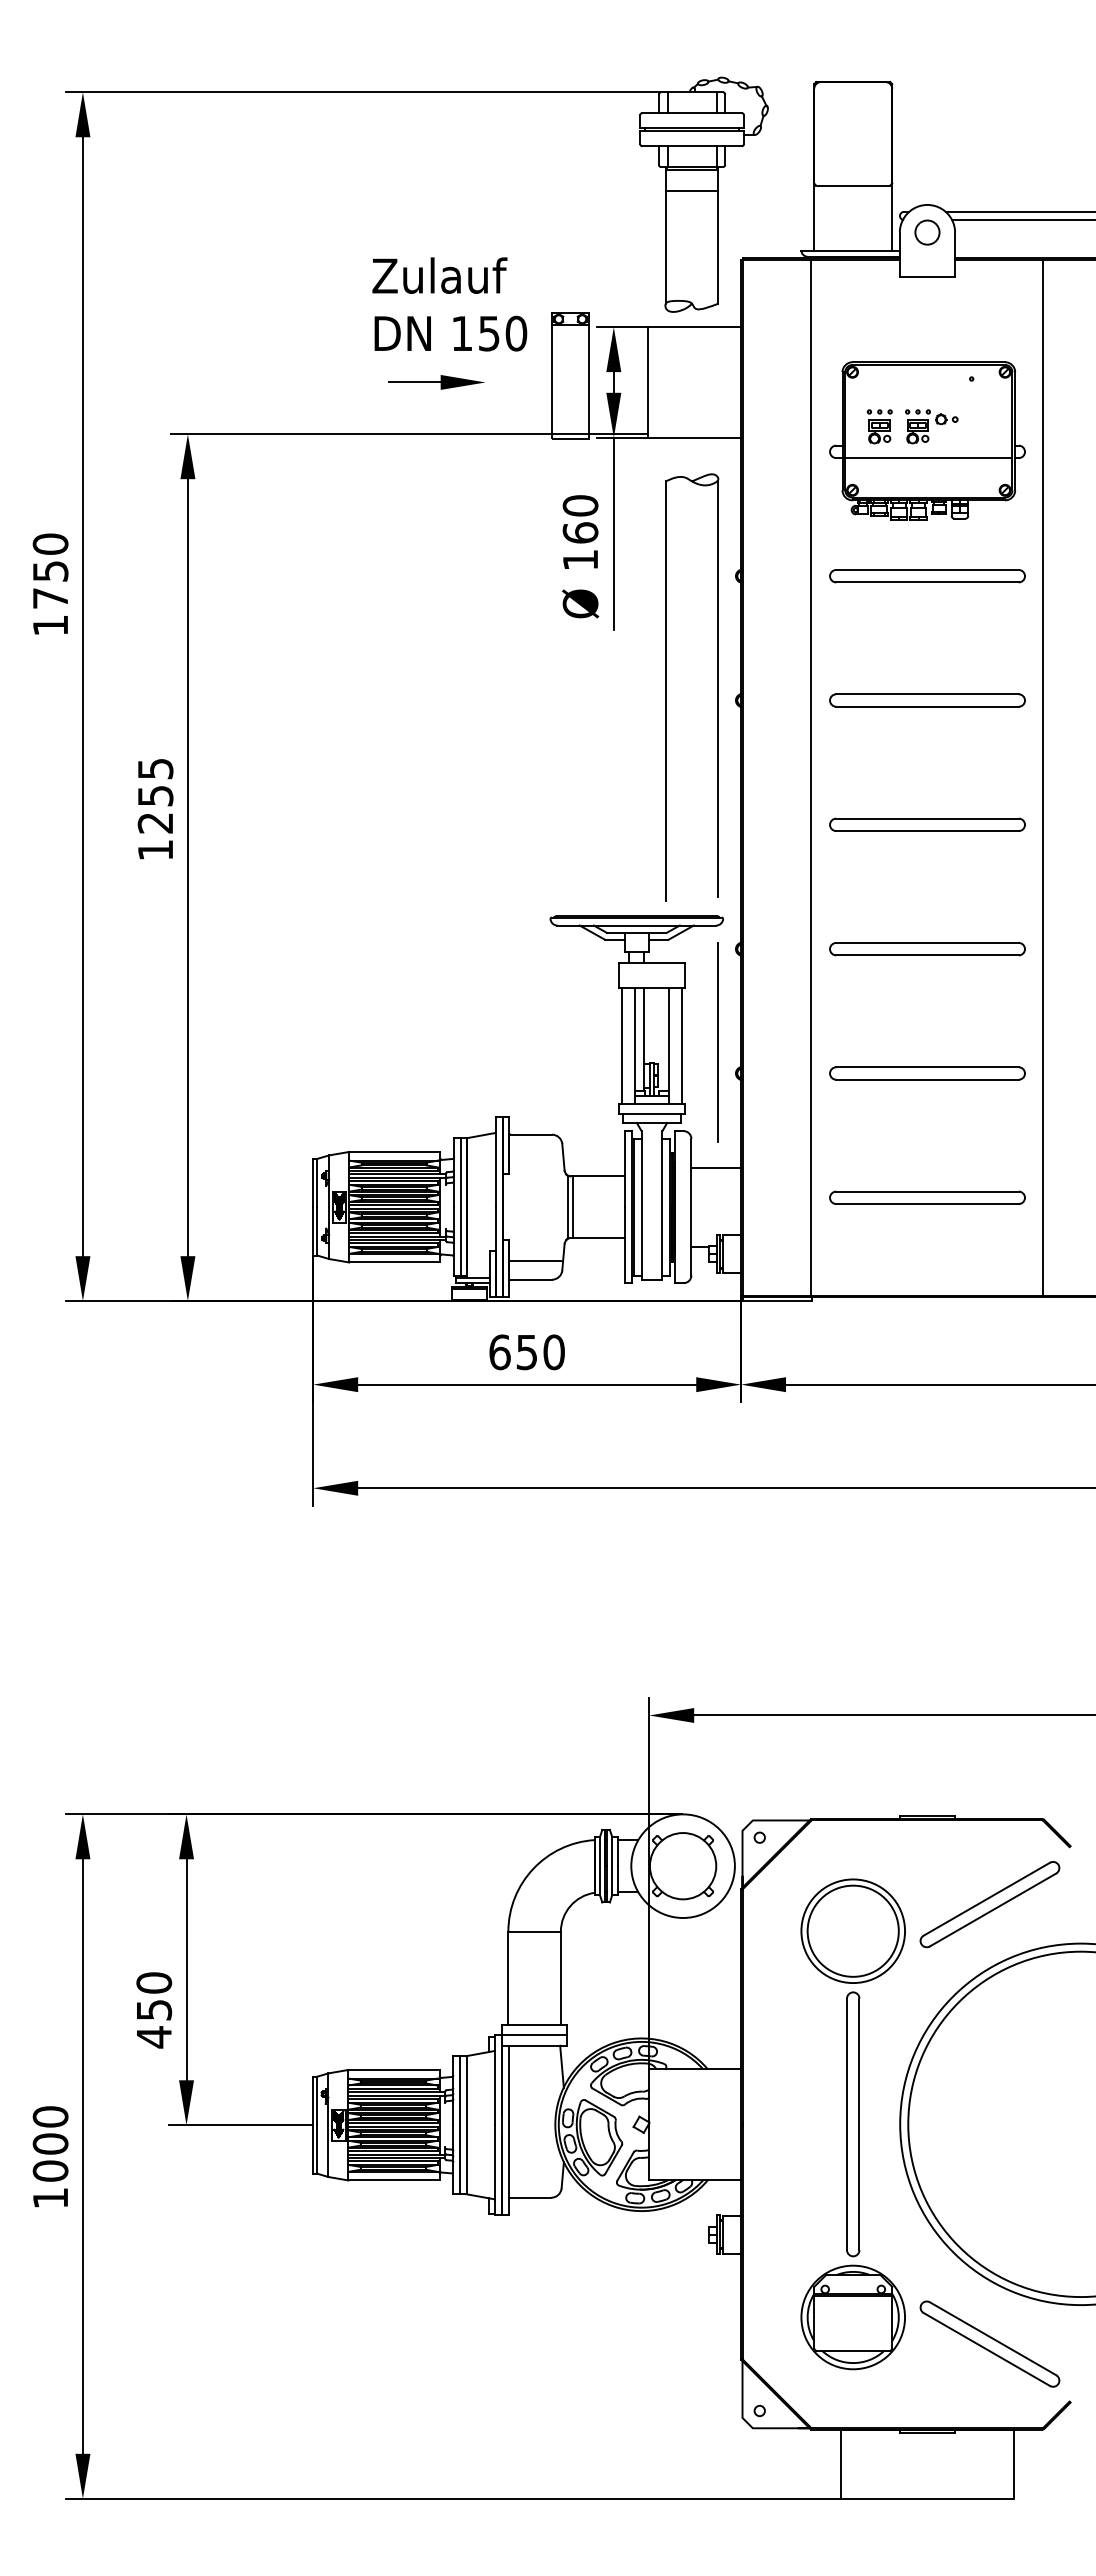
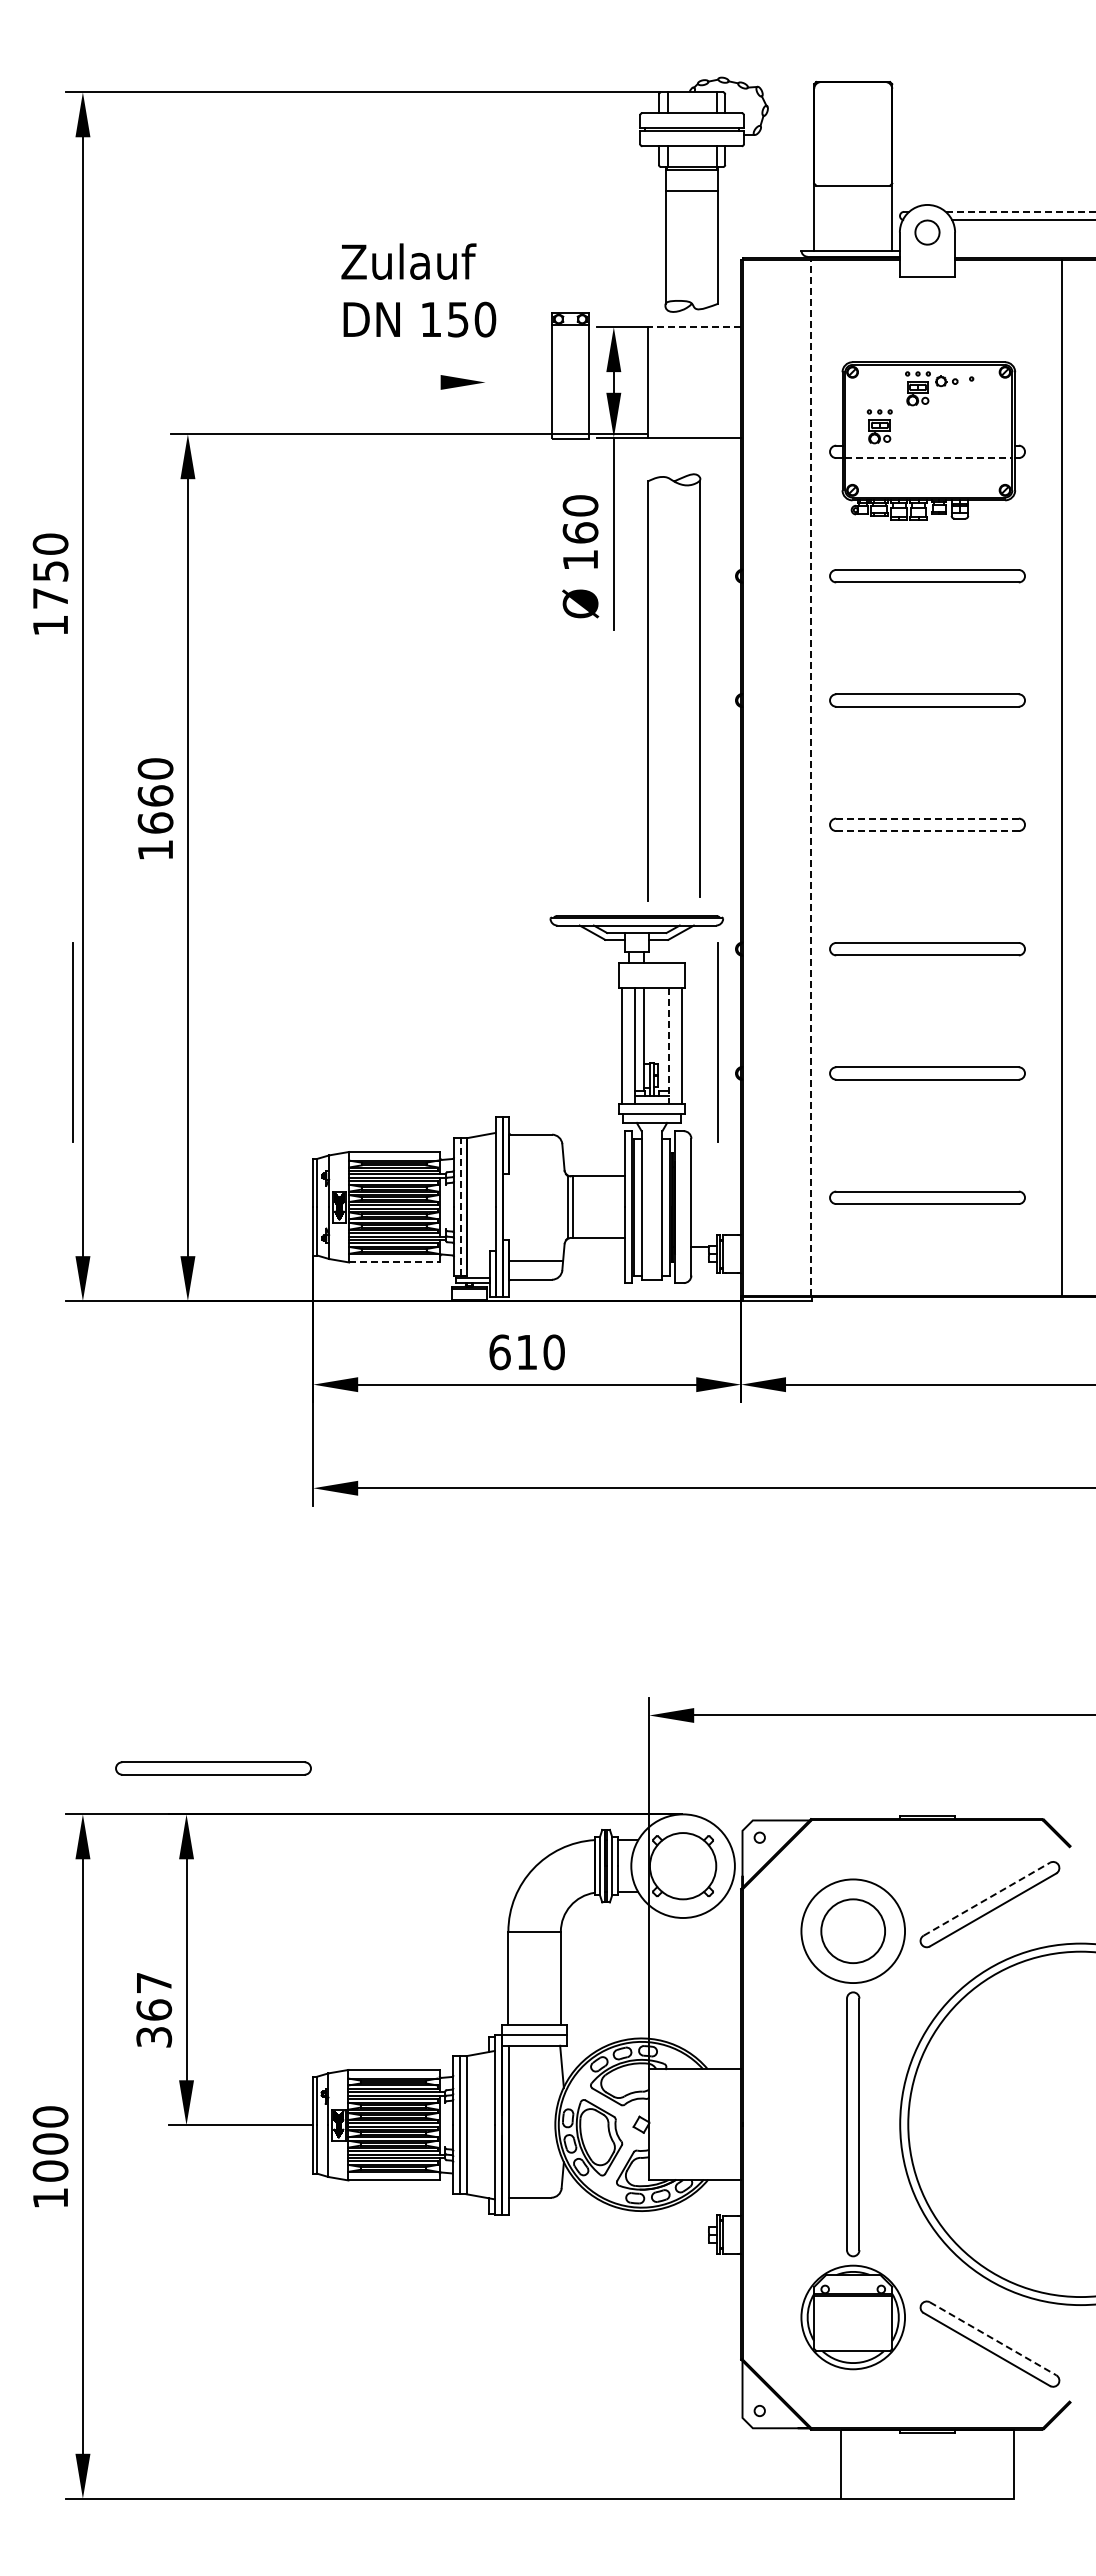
line at (1020, 211): solid -> dashed
text at (449, 304) position: (449, 304) -> (418, 290)
line at (694, 327): solid -> dashed
line at (414, 382): present -> none
part at (931, 426) position: (931, 426) -> (931, 388)
line at (928, 458): solid -> dashed
part at (717, 687) position: (717, 687) -> (699, 687)
line at (810, 777): solid -> dashed
line at (1043, 777) position: (1043, 777) -> (1062, 777)
text at (155, 795): 1255 -> 1660
line at (928, 818): solid -> dashed
line at (928, 831): solid -> dashed
line at (72, 1042): none -> present
line at (669, 1046): solid -> dashed
line at (716, 1167): present -> none
line at (461, 1206): solid -> dashed
line at (394, 1262): solid -> dashed
text at (526, 1352): 650 -> 610
part at (213, 1768): none -> present
line at (986, 1899): solid -> dashed
circle at (852, 1930) diameter: 91 px -> 64 px
text at (154, 2010): 450 -> 367
line at (993, 2338): solid -> dashed
